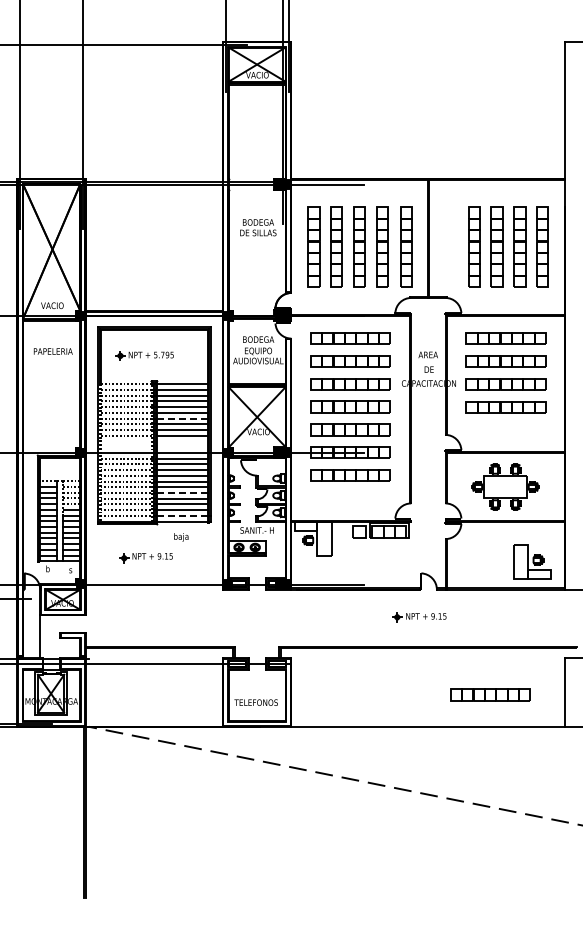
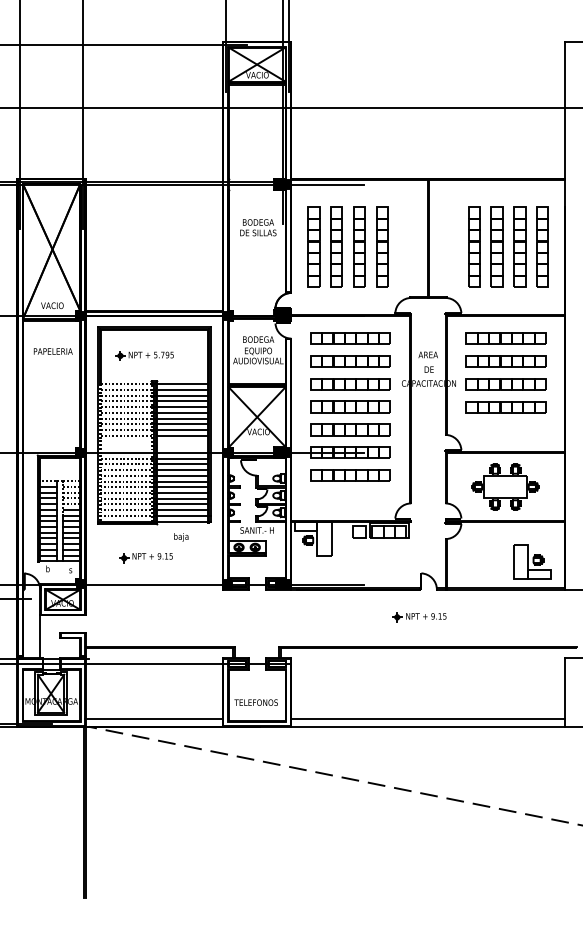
line at (290, 107): none -> present
part at (406, 246): present -> none
line at (182, 418): dashed -> solid
line at (182, 493): dashed -> solid
line at (182, 515): dashed -> solid
part at (490, 694): present -> none
line at (153, 719): none -> present
line at (428, 719): none -> present
